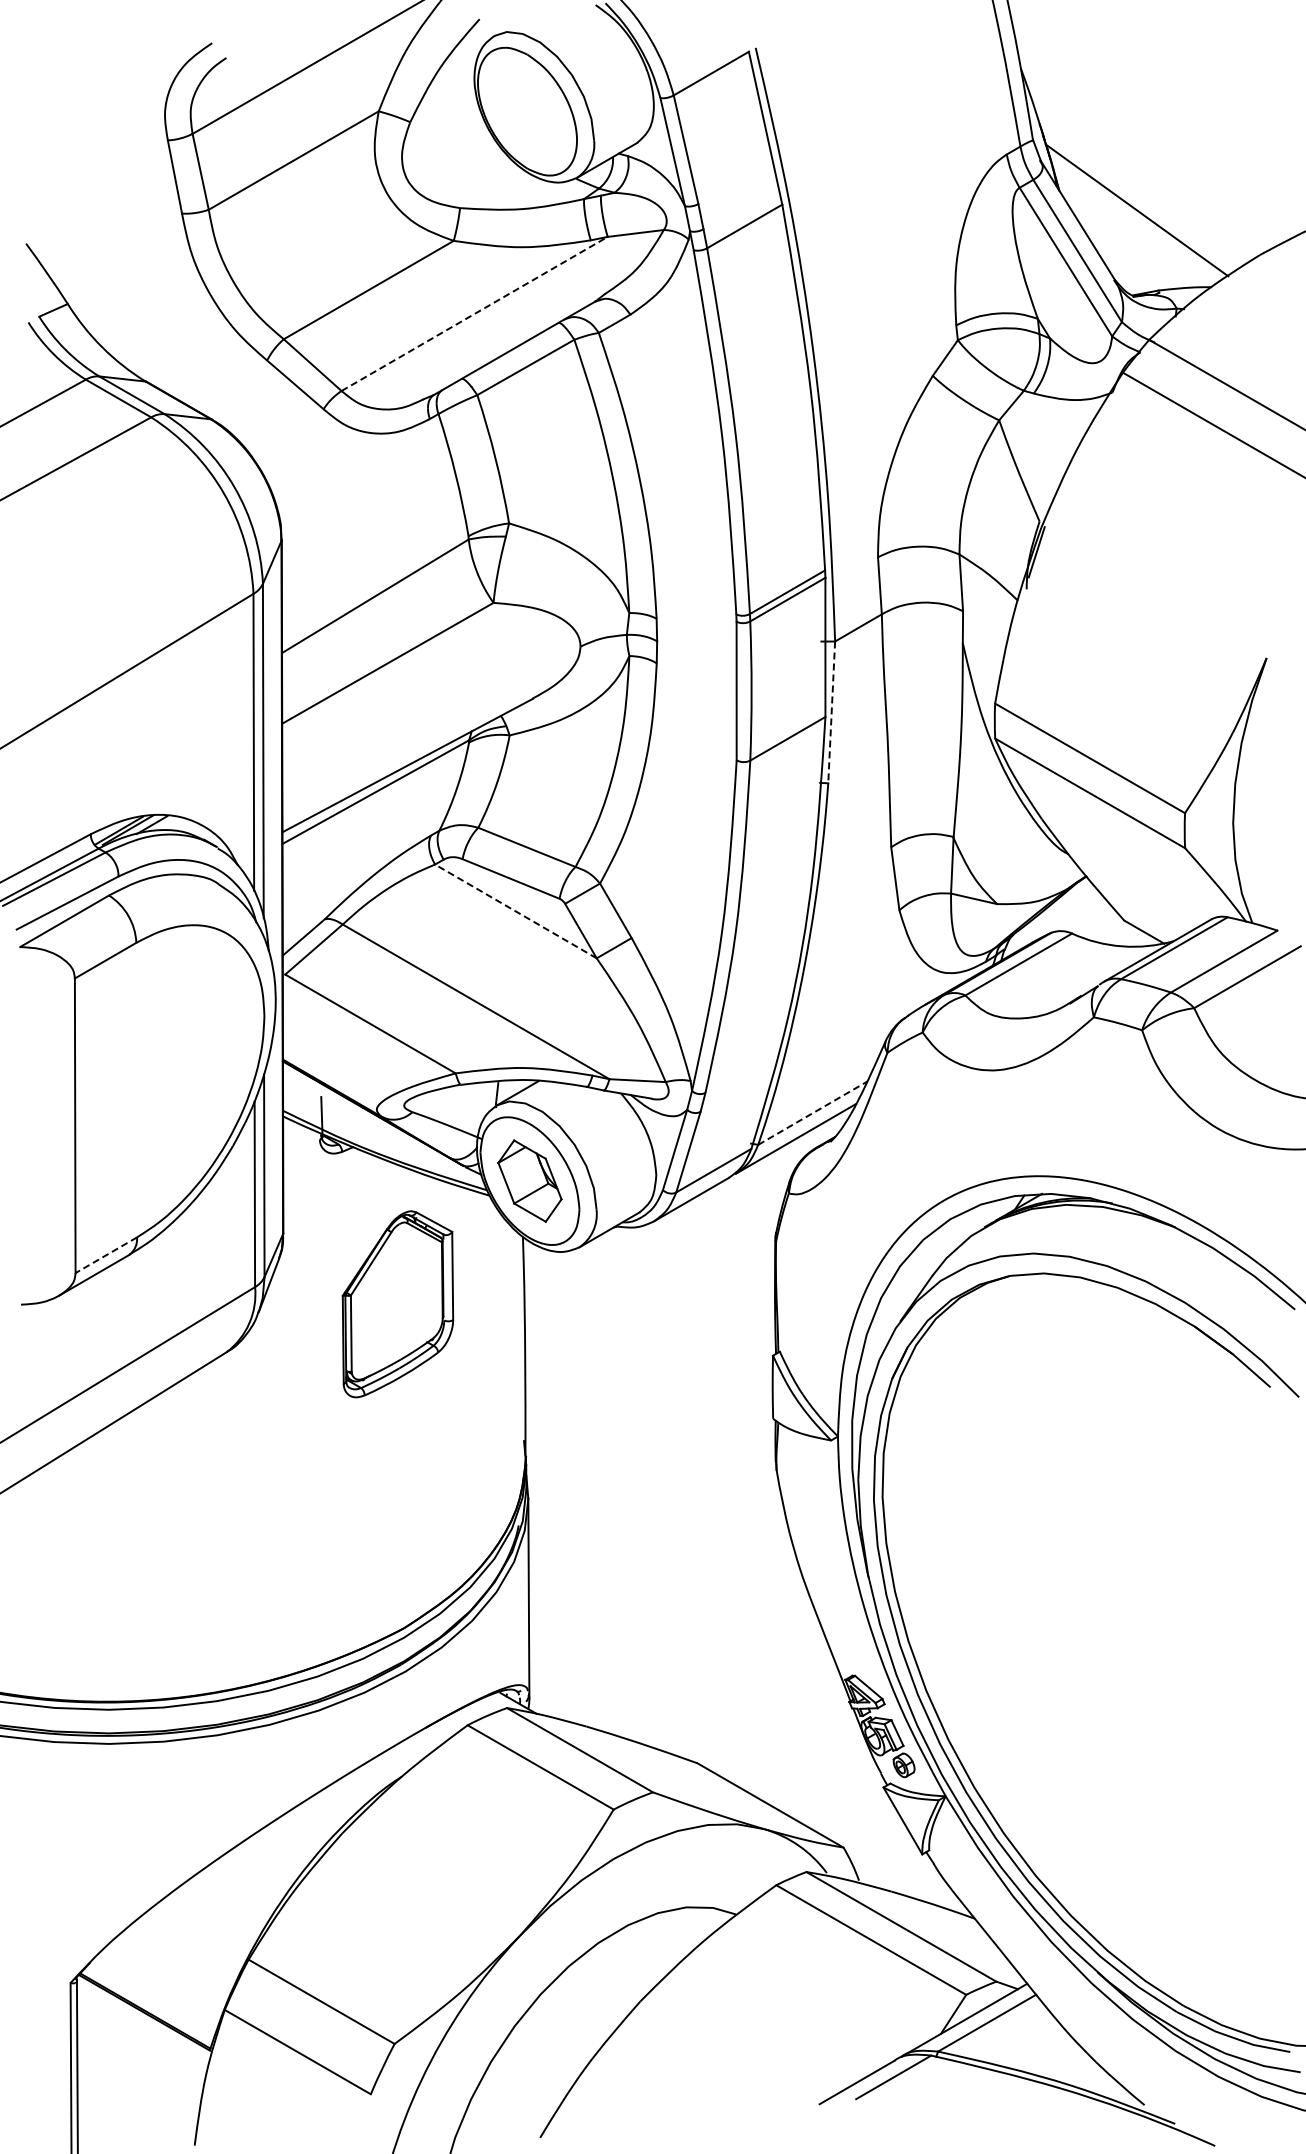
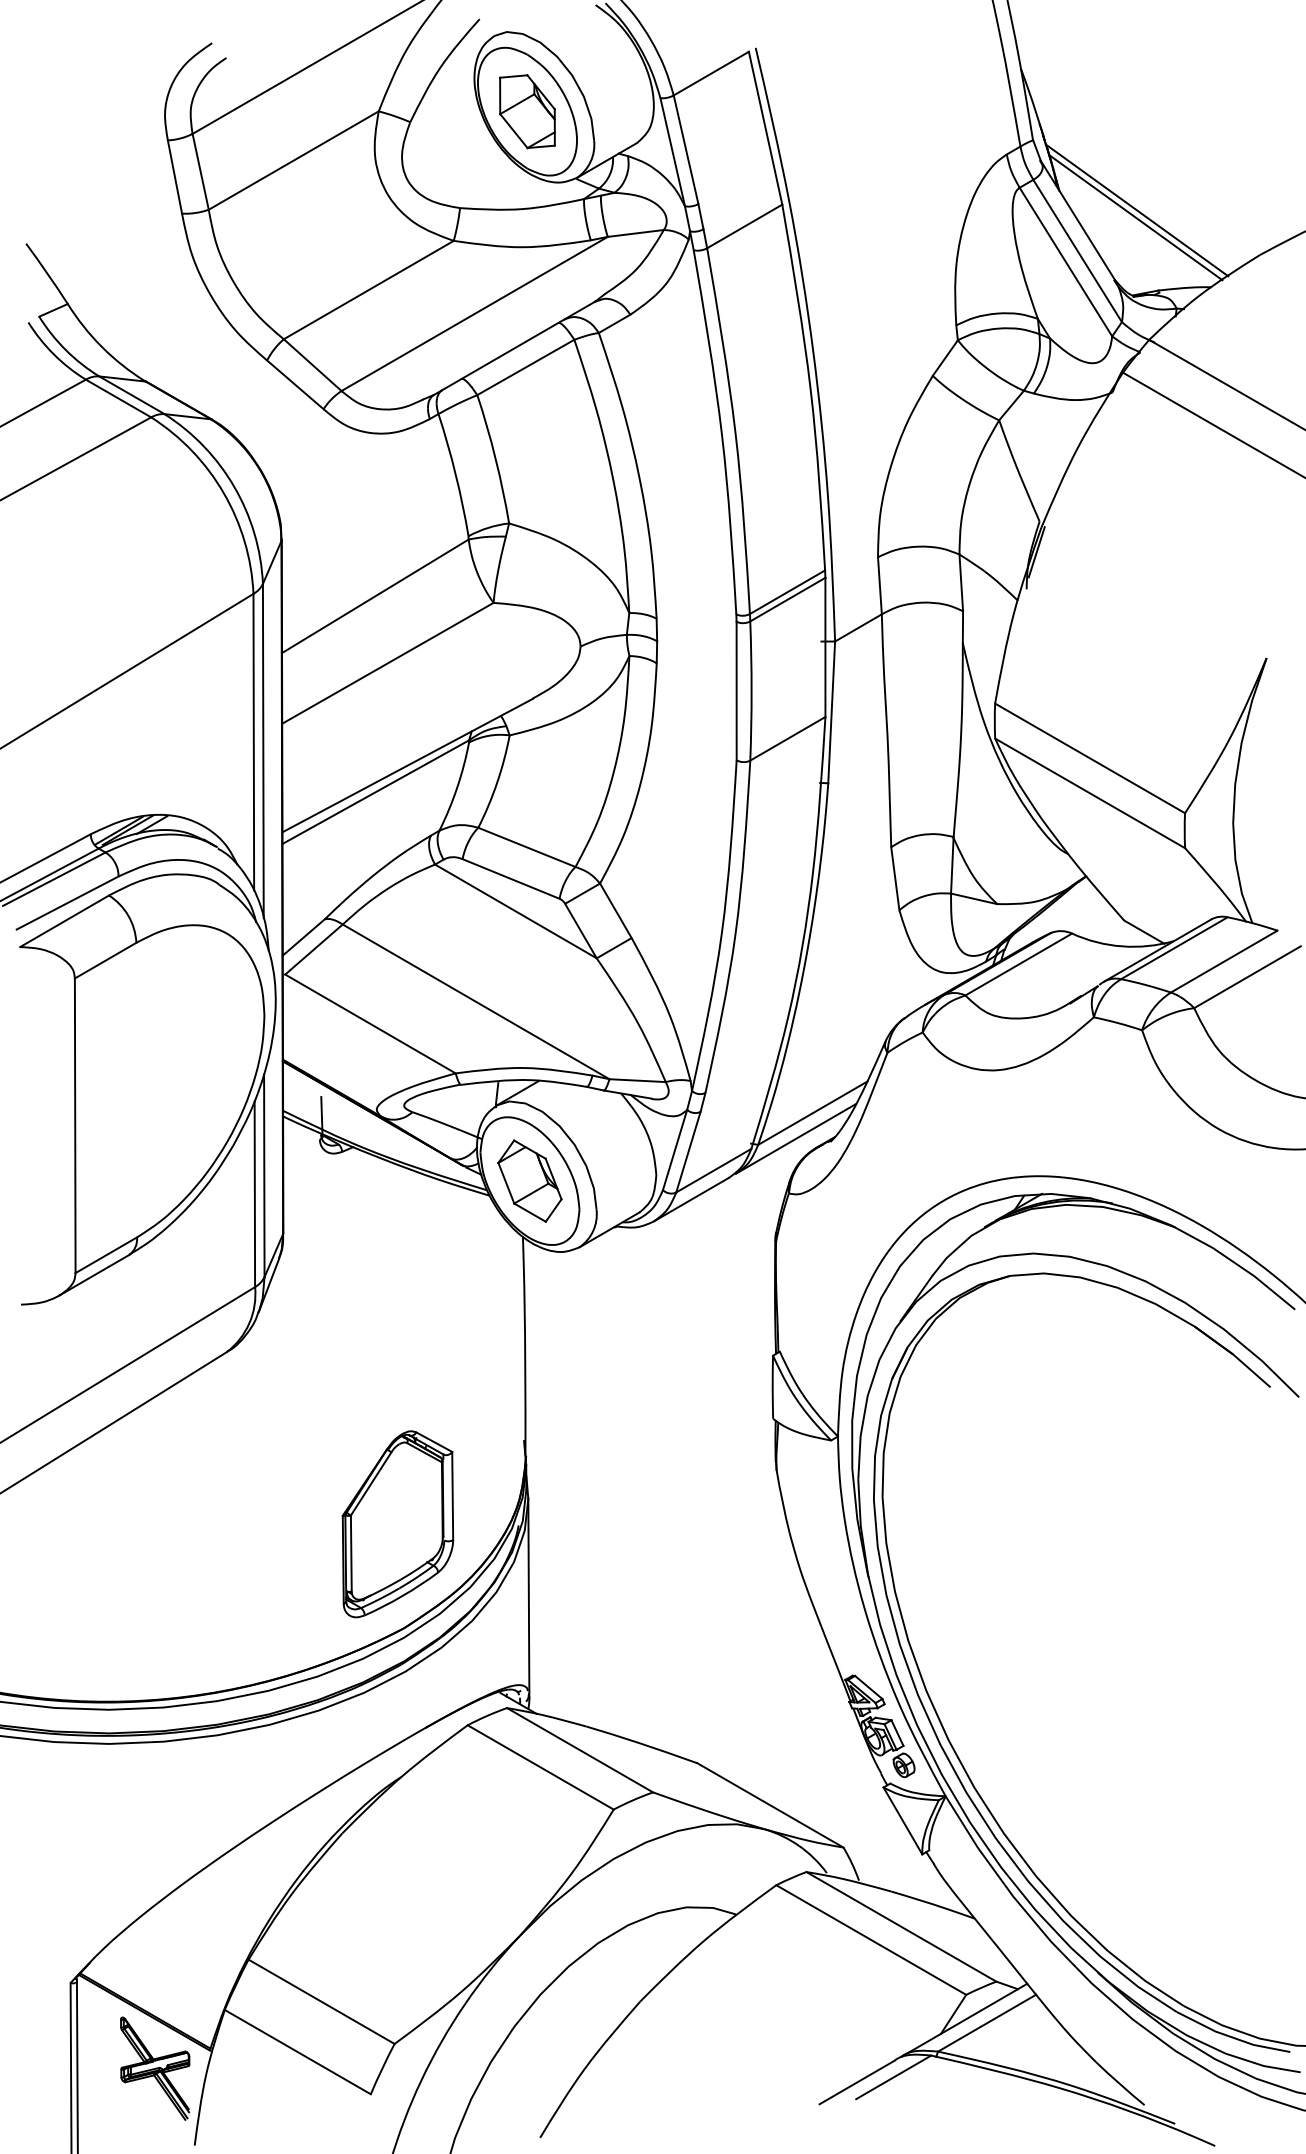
part at (527, 111): none -> present
line at (1135, 217): none -> present
line at (474, 313): dashed -> solid
line at (831, 712): dashed -> solid
line at (515, 911): dashed -> solid
line at (813, 1112): dashed -> solid
line at (106, 1255): dashed -> solid
part at (397, 1304) position: (397, 1304) -> (397, 1524)
part at (155, 2068): none -> present
